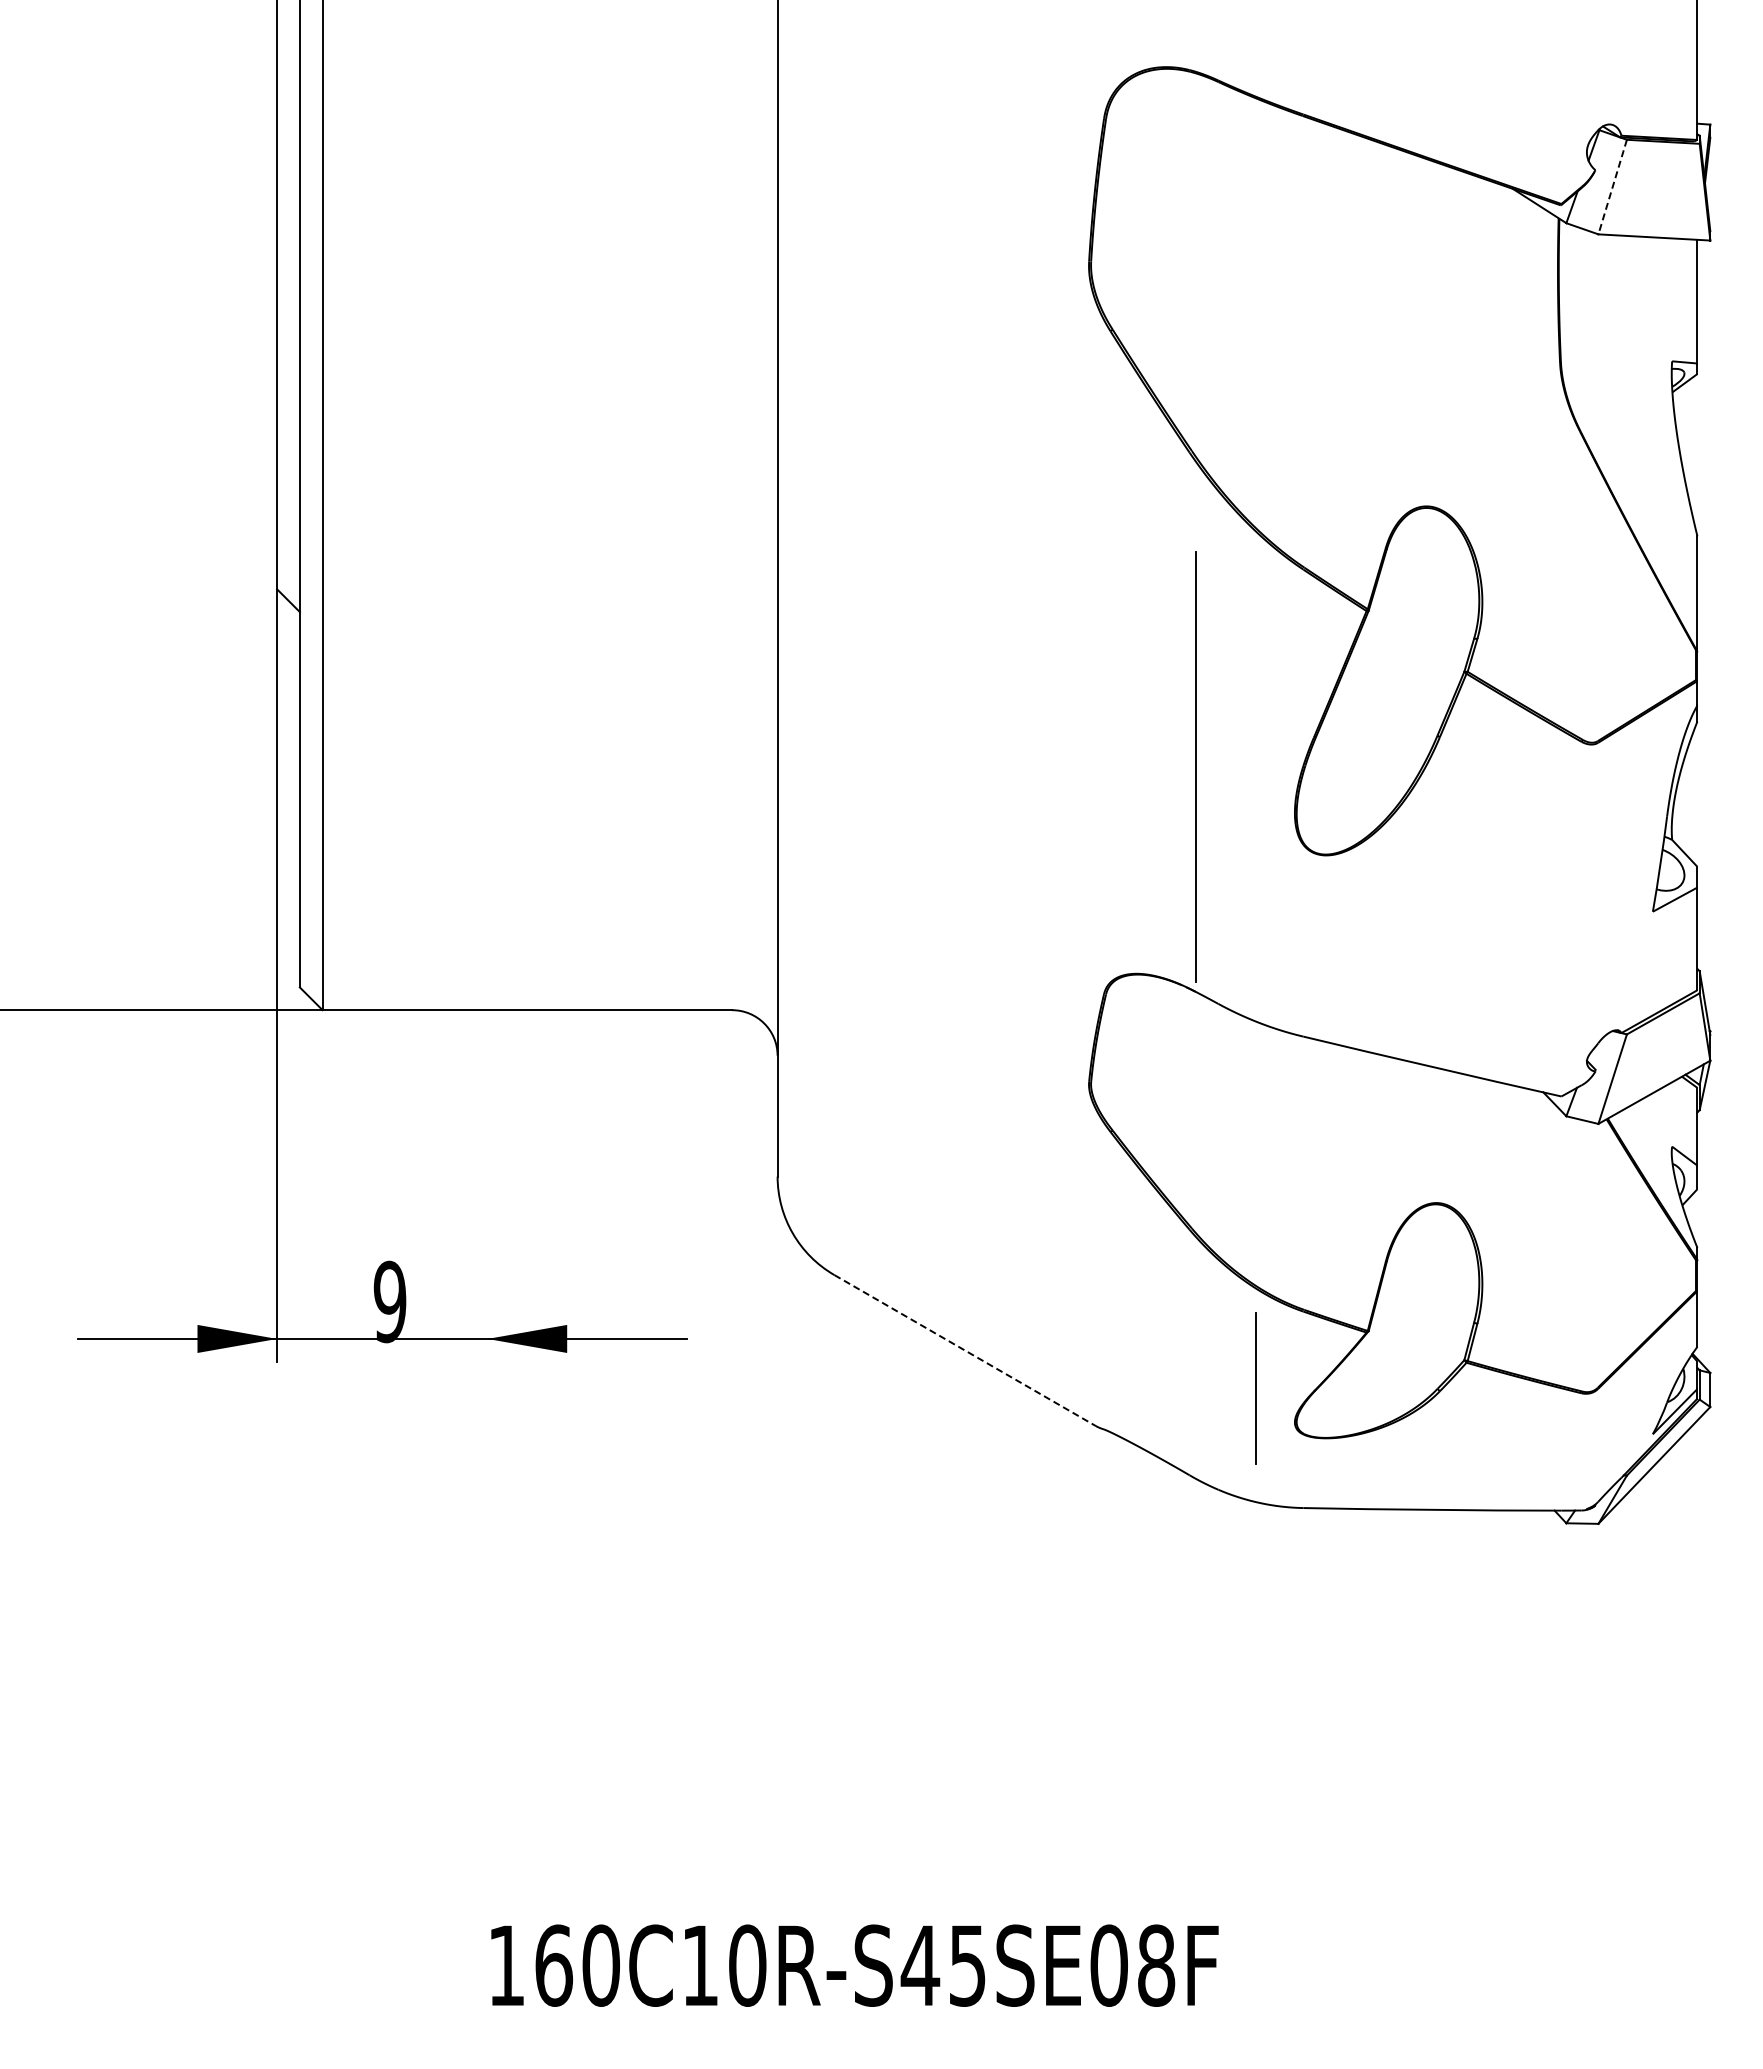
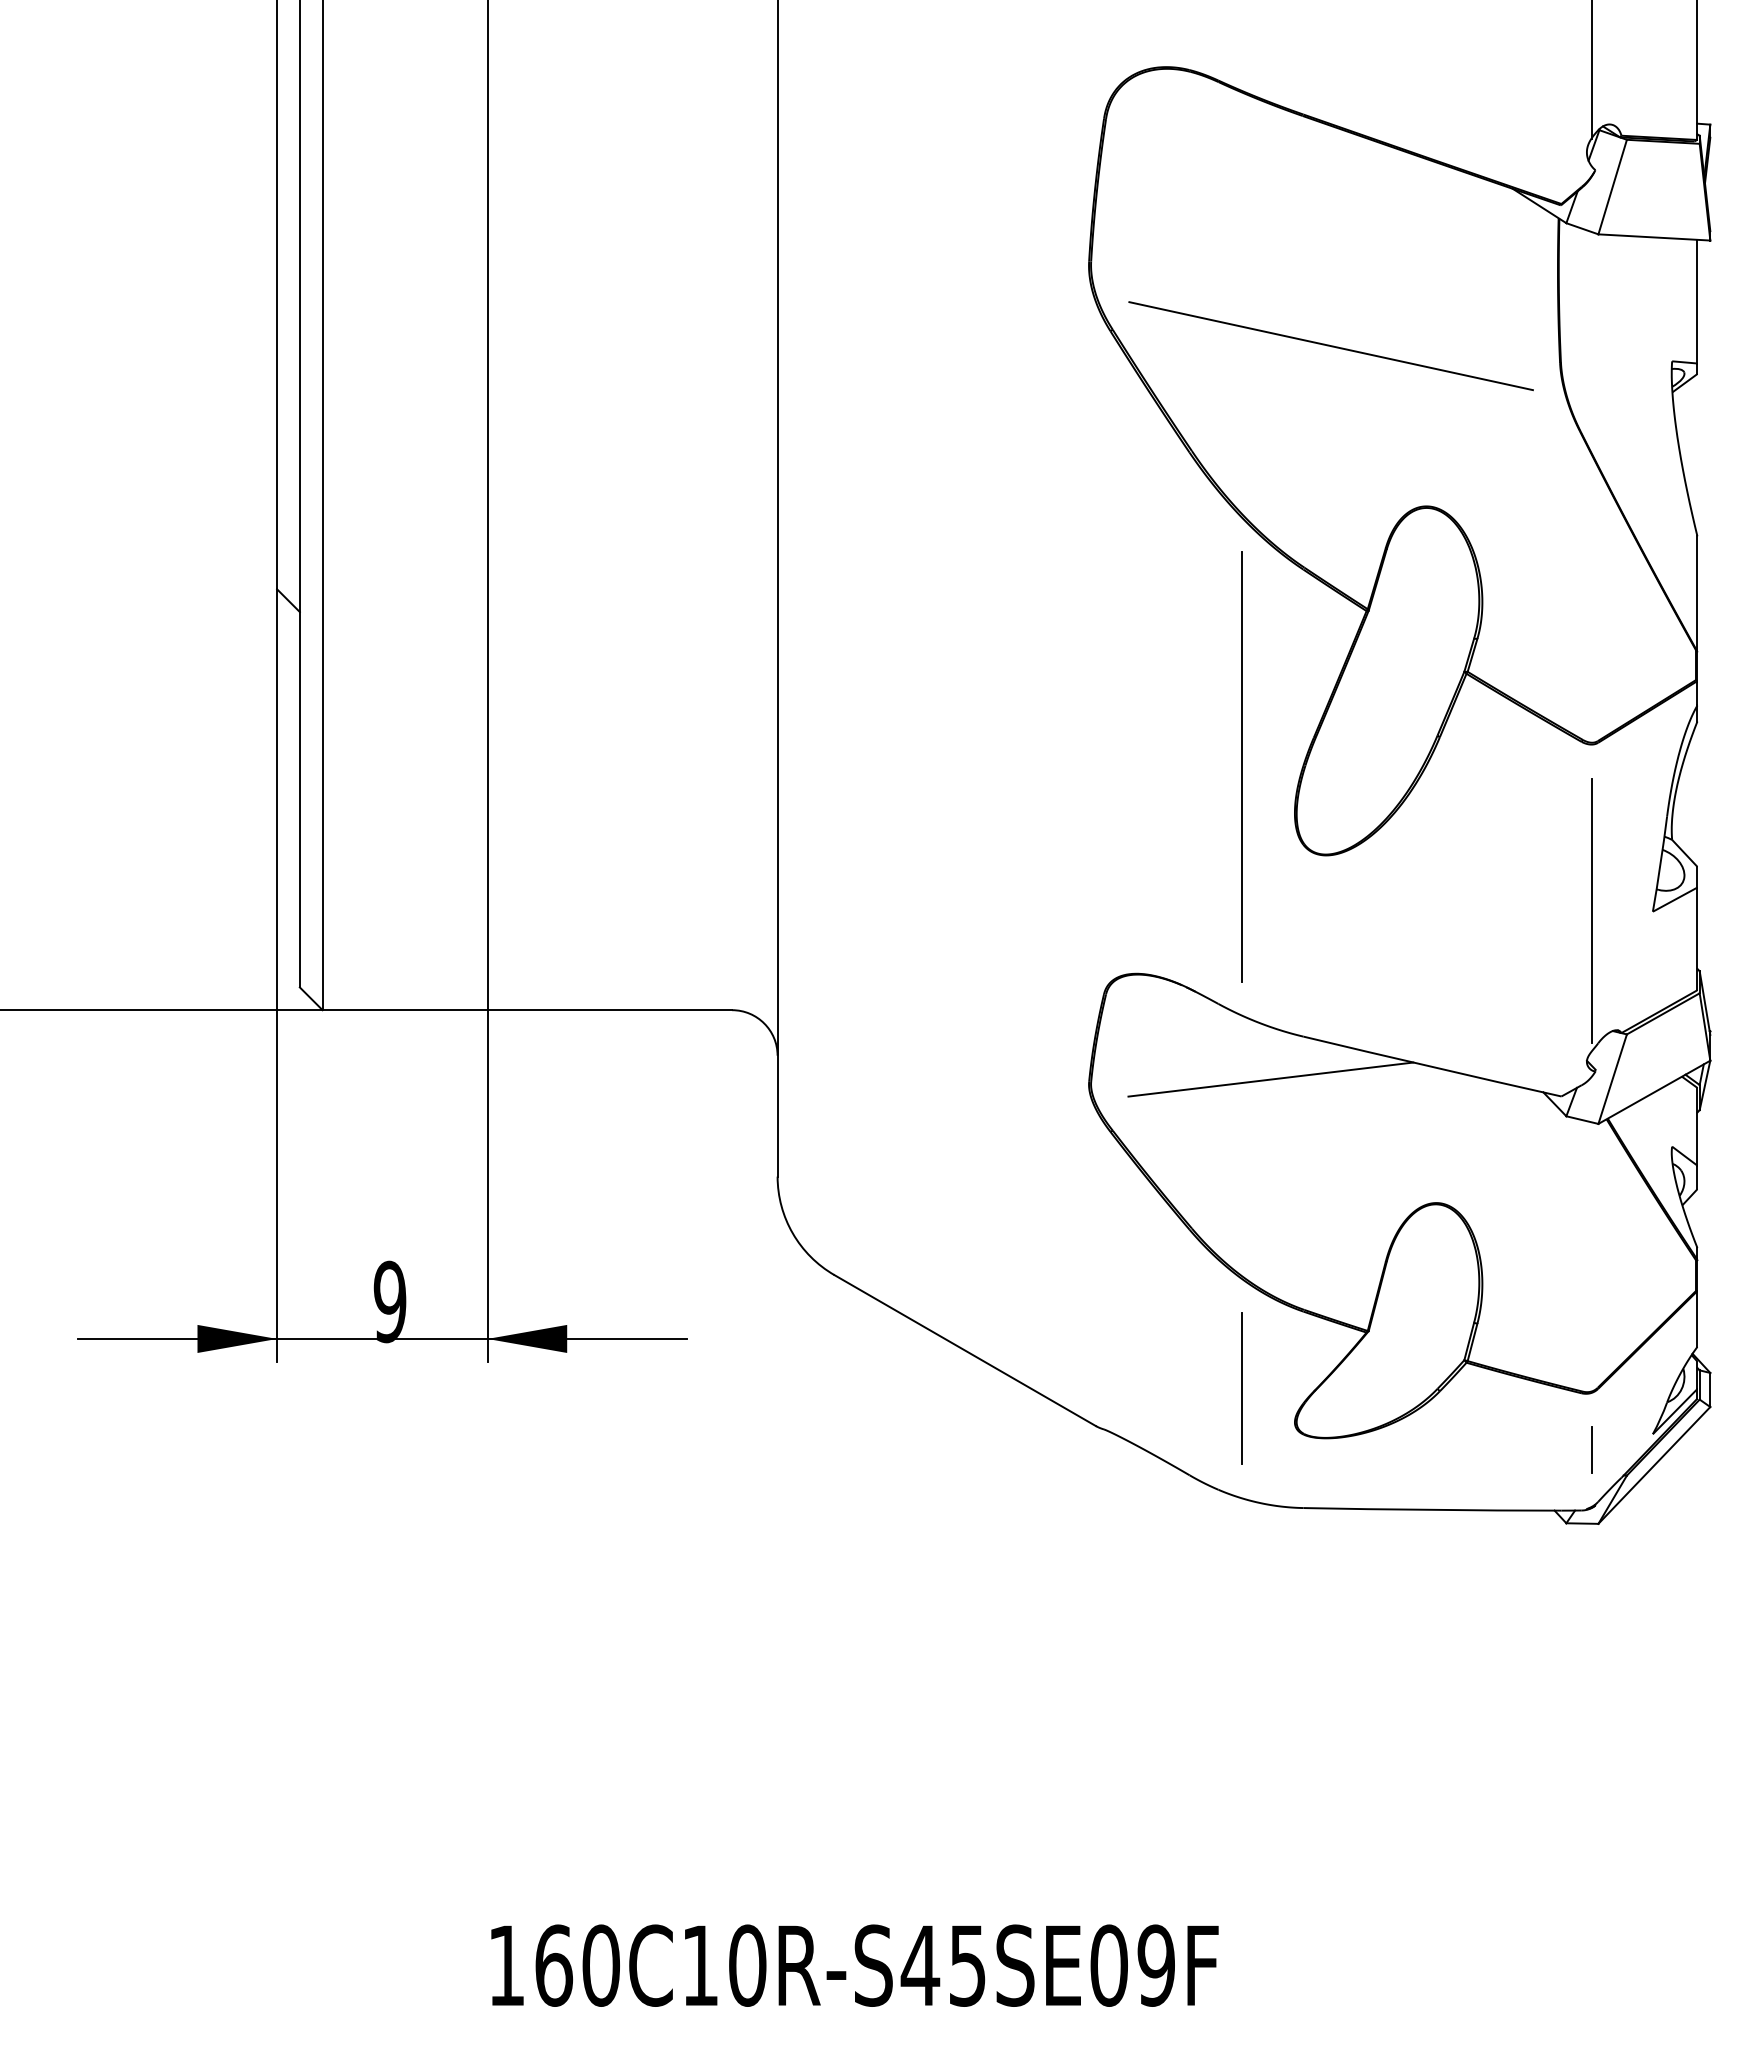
line at (1591, 70): none -> present
line at (1612, 187): dashed -> solid
line at (1330, 346): none -> present
line at (487, 681): none -> present
line at (1195, 766) position: (1195, 766) -> (1241, 766)
line at (1591, 910): none -> present
line at (1270, 1079): none -> present
line at (965, 1350): dashed -> solid
line at (1255, 1388) position: (1255, 1388) -> (1241, 1388)
line at (1591, 1449): none -> present
text at (1156, 1965): 160C10R-S45SE08F -> 160C10R-S45SE09F
